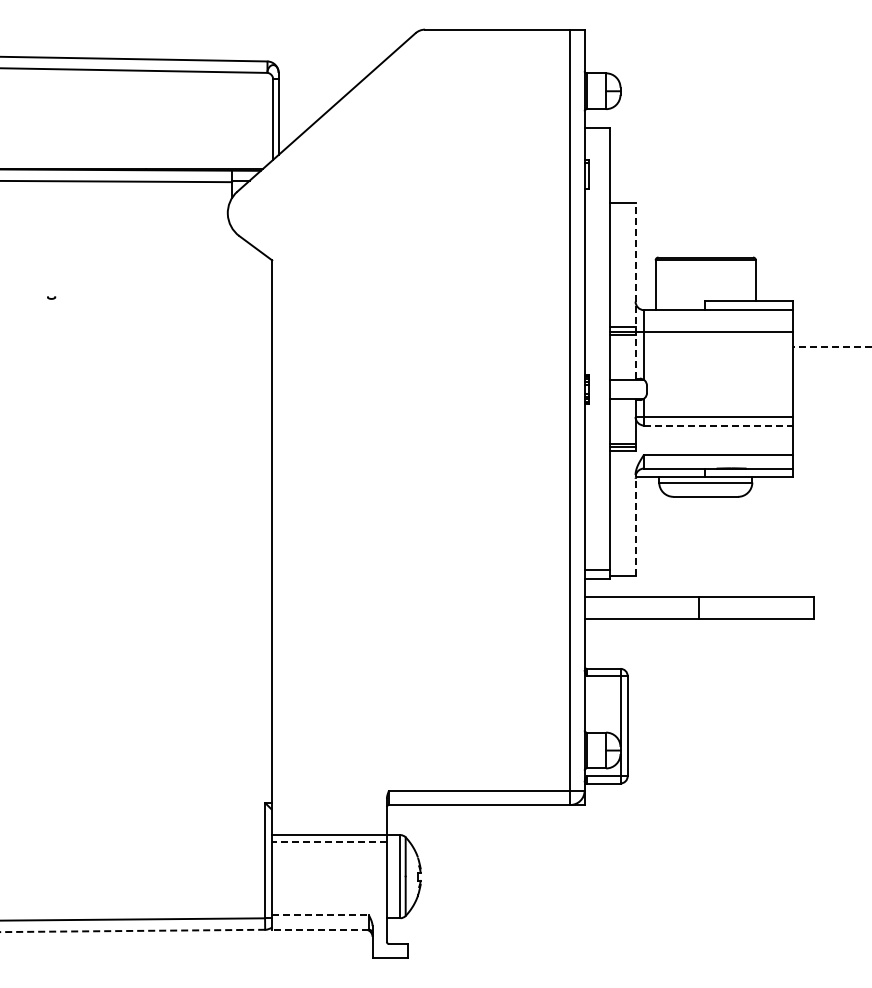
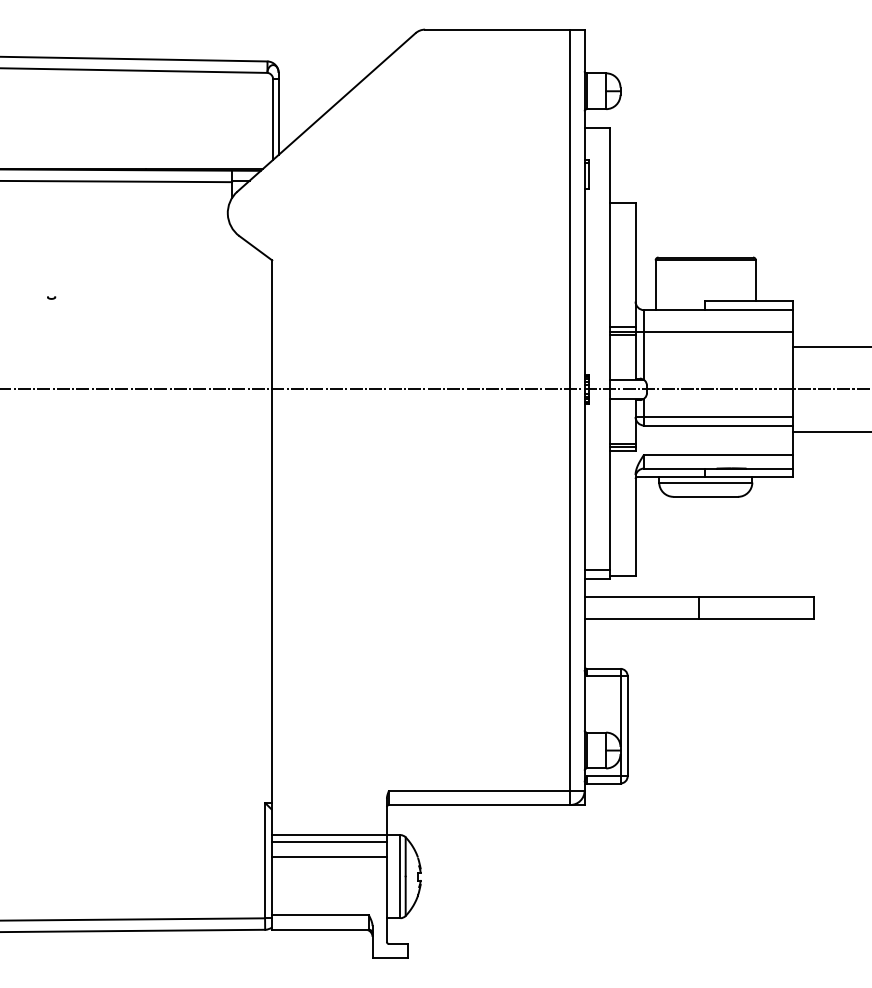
line at (635, 290): dashed -> solid
line at (832, 346): dashed -> solid
line at (435, 389): none -> present
line at (718, 425): dashed -> solid
line at (830, 432): none -> present
line at (635, 524): dashed -> solid
line at (329, 842): dashed -> solid
line at (329, 856): none -> present
line at (321, 915): dashed -> solid
line at (320, 929): dashed -> solid
line at (132, 930): dashed -> solid
